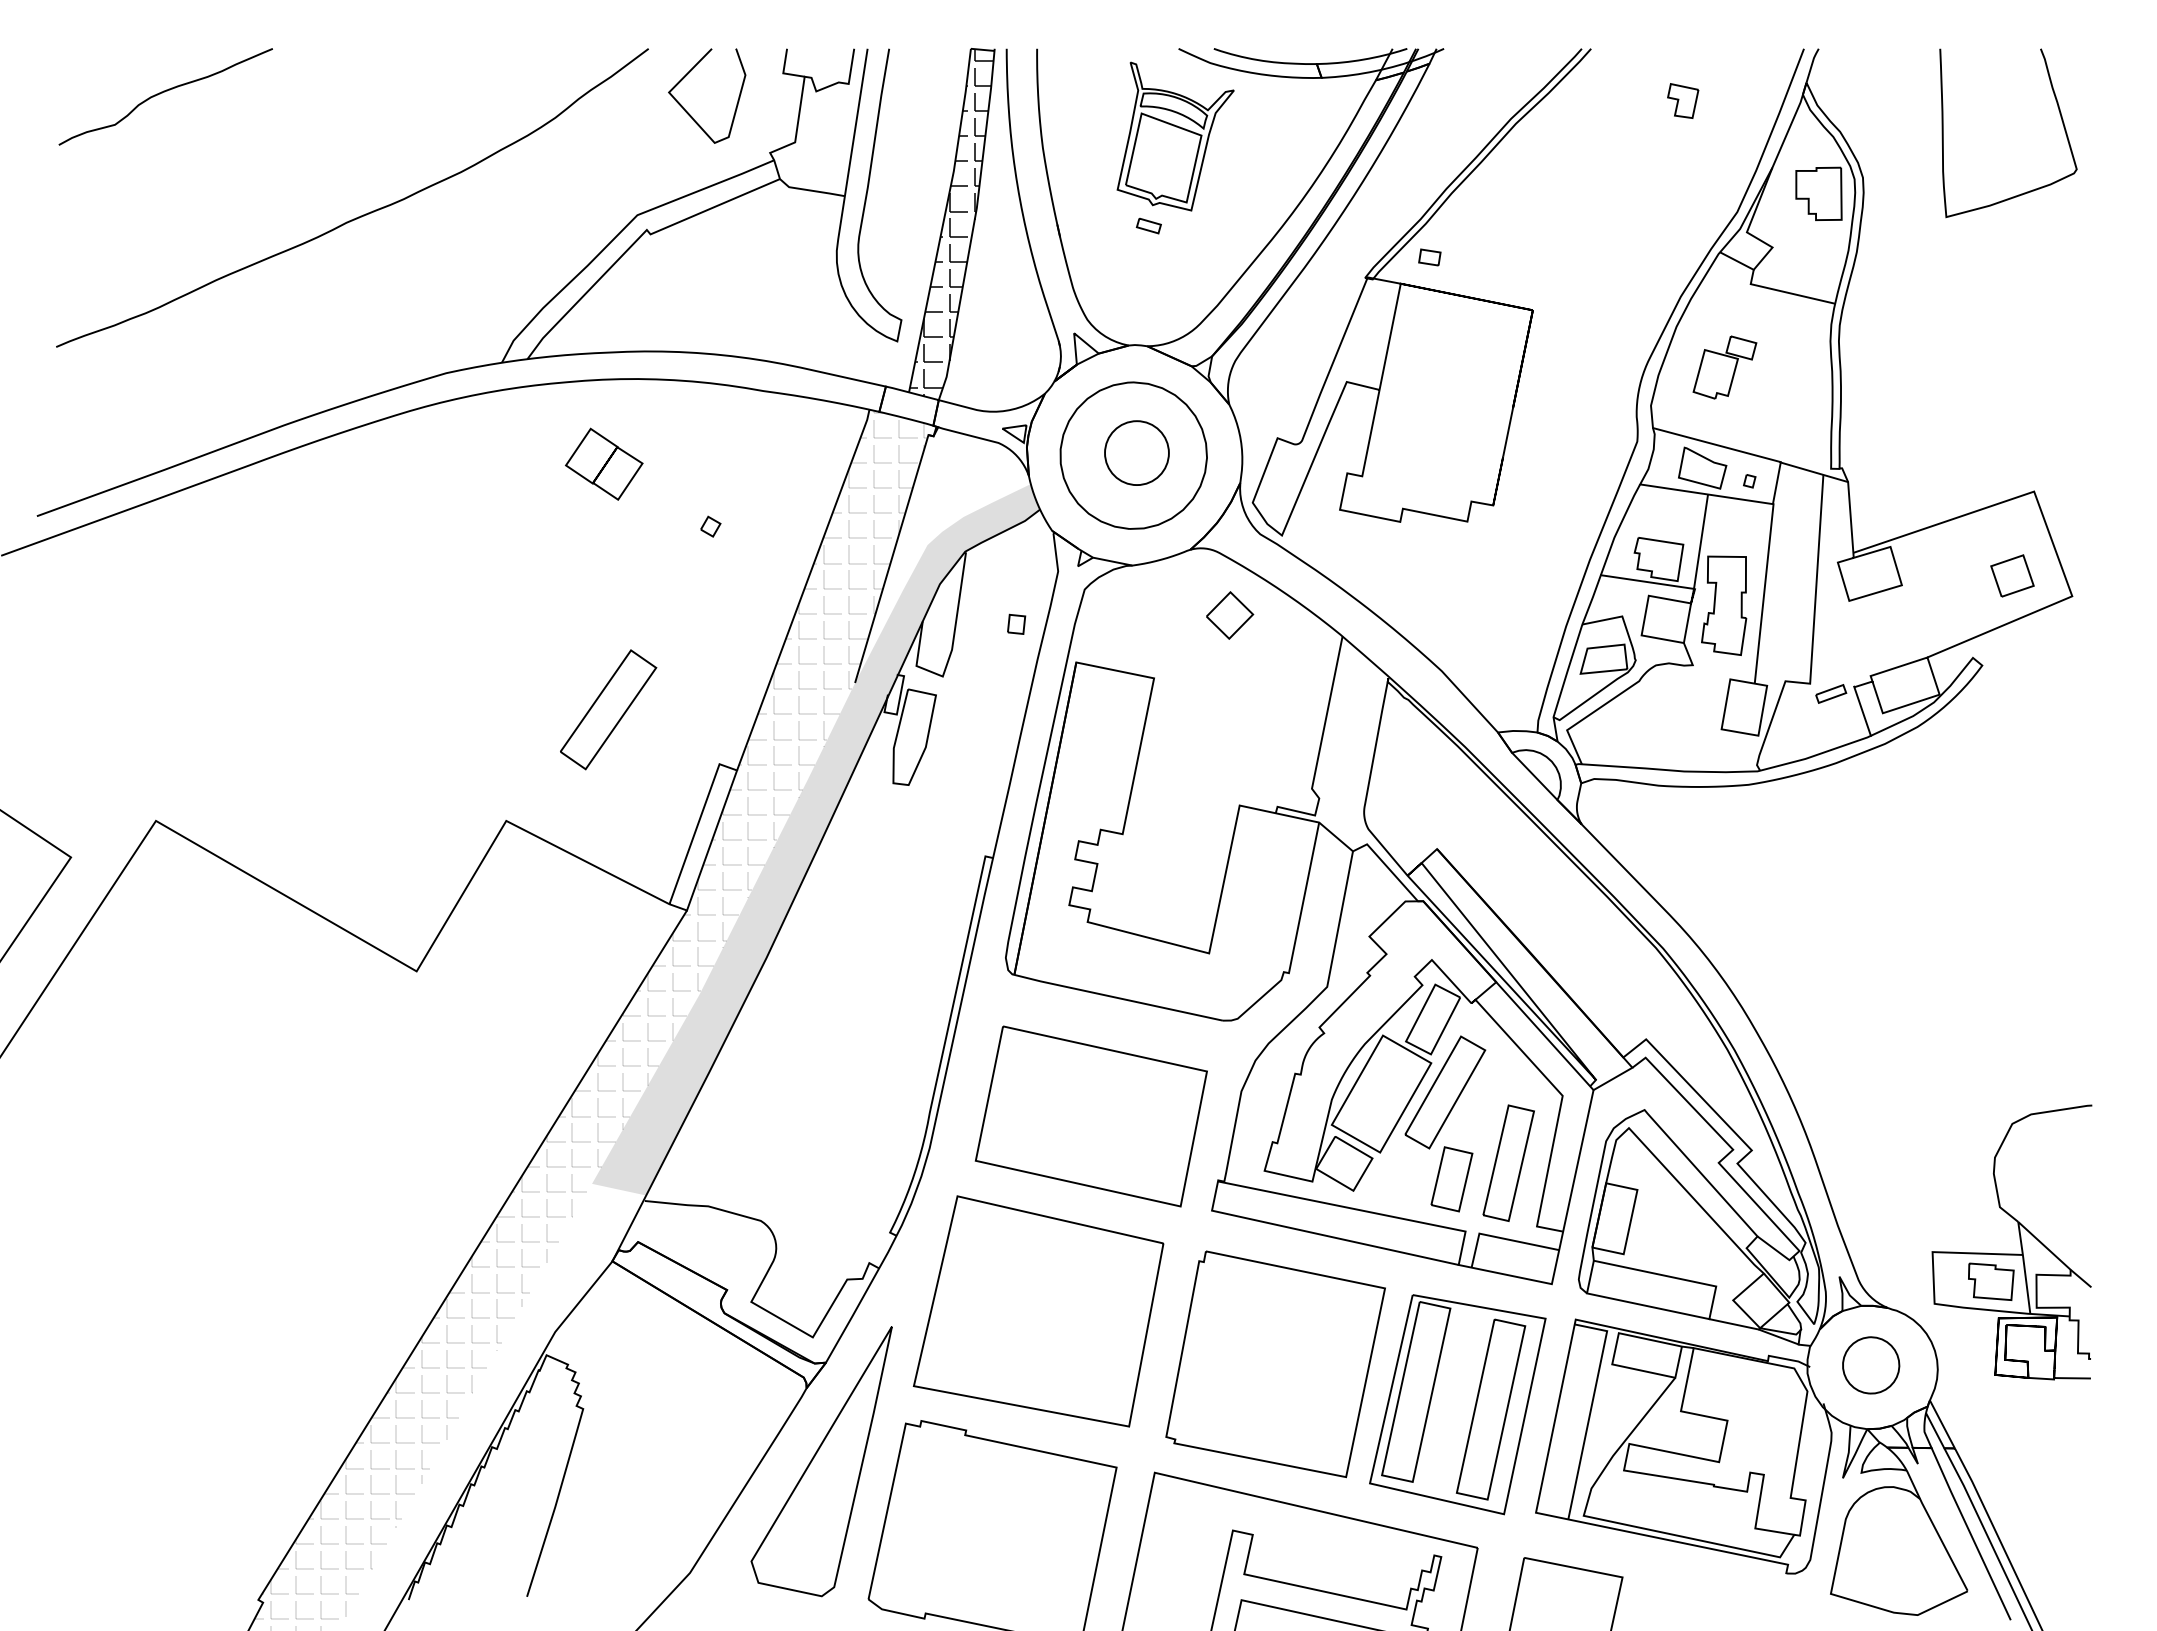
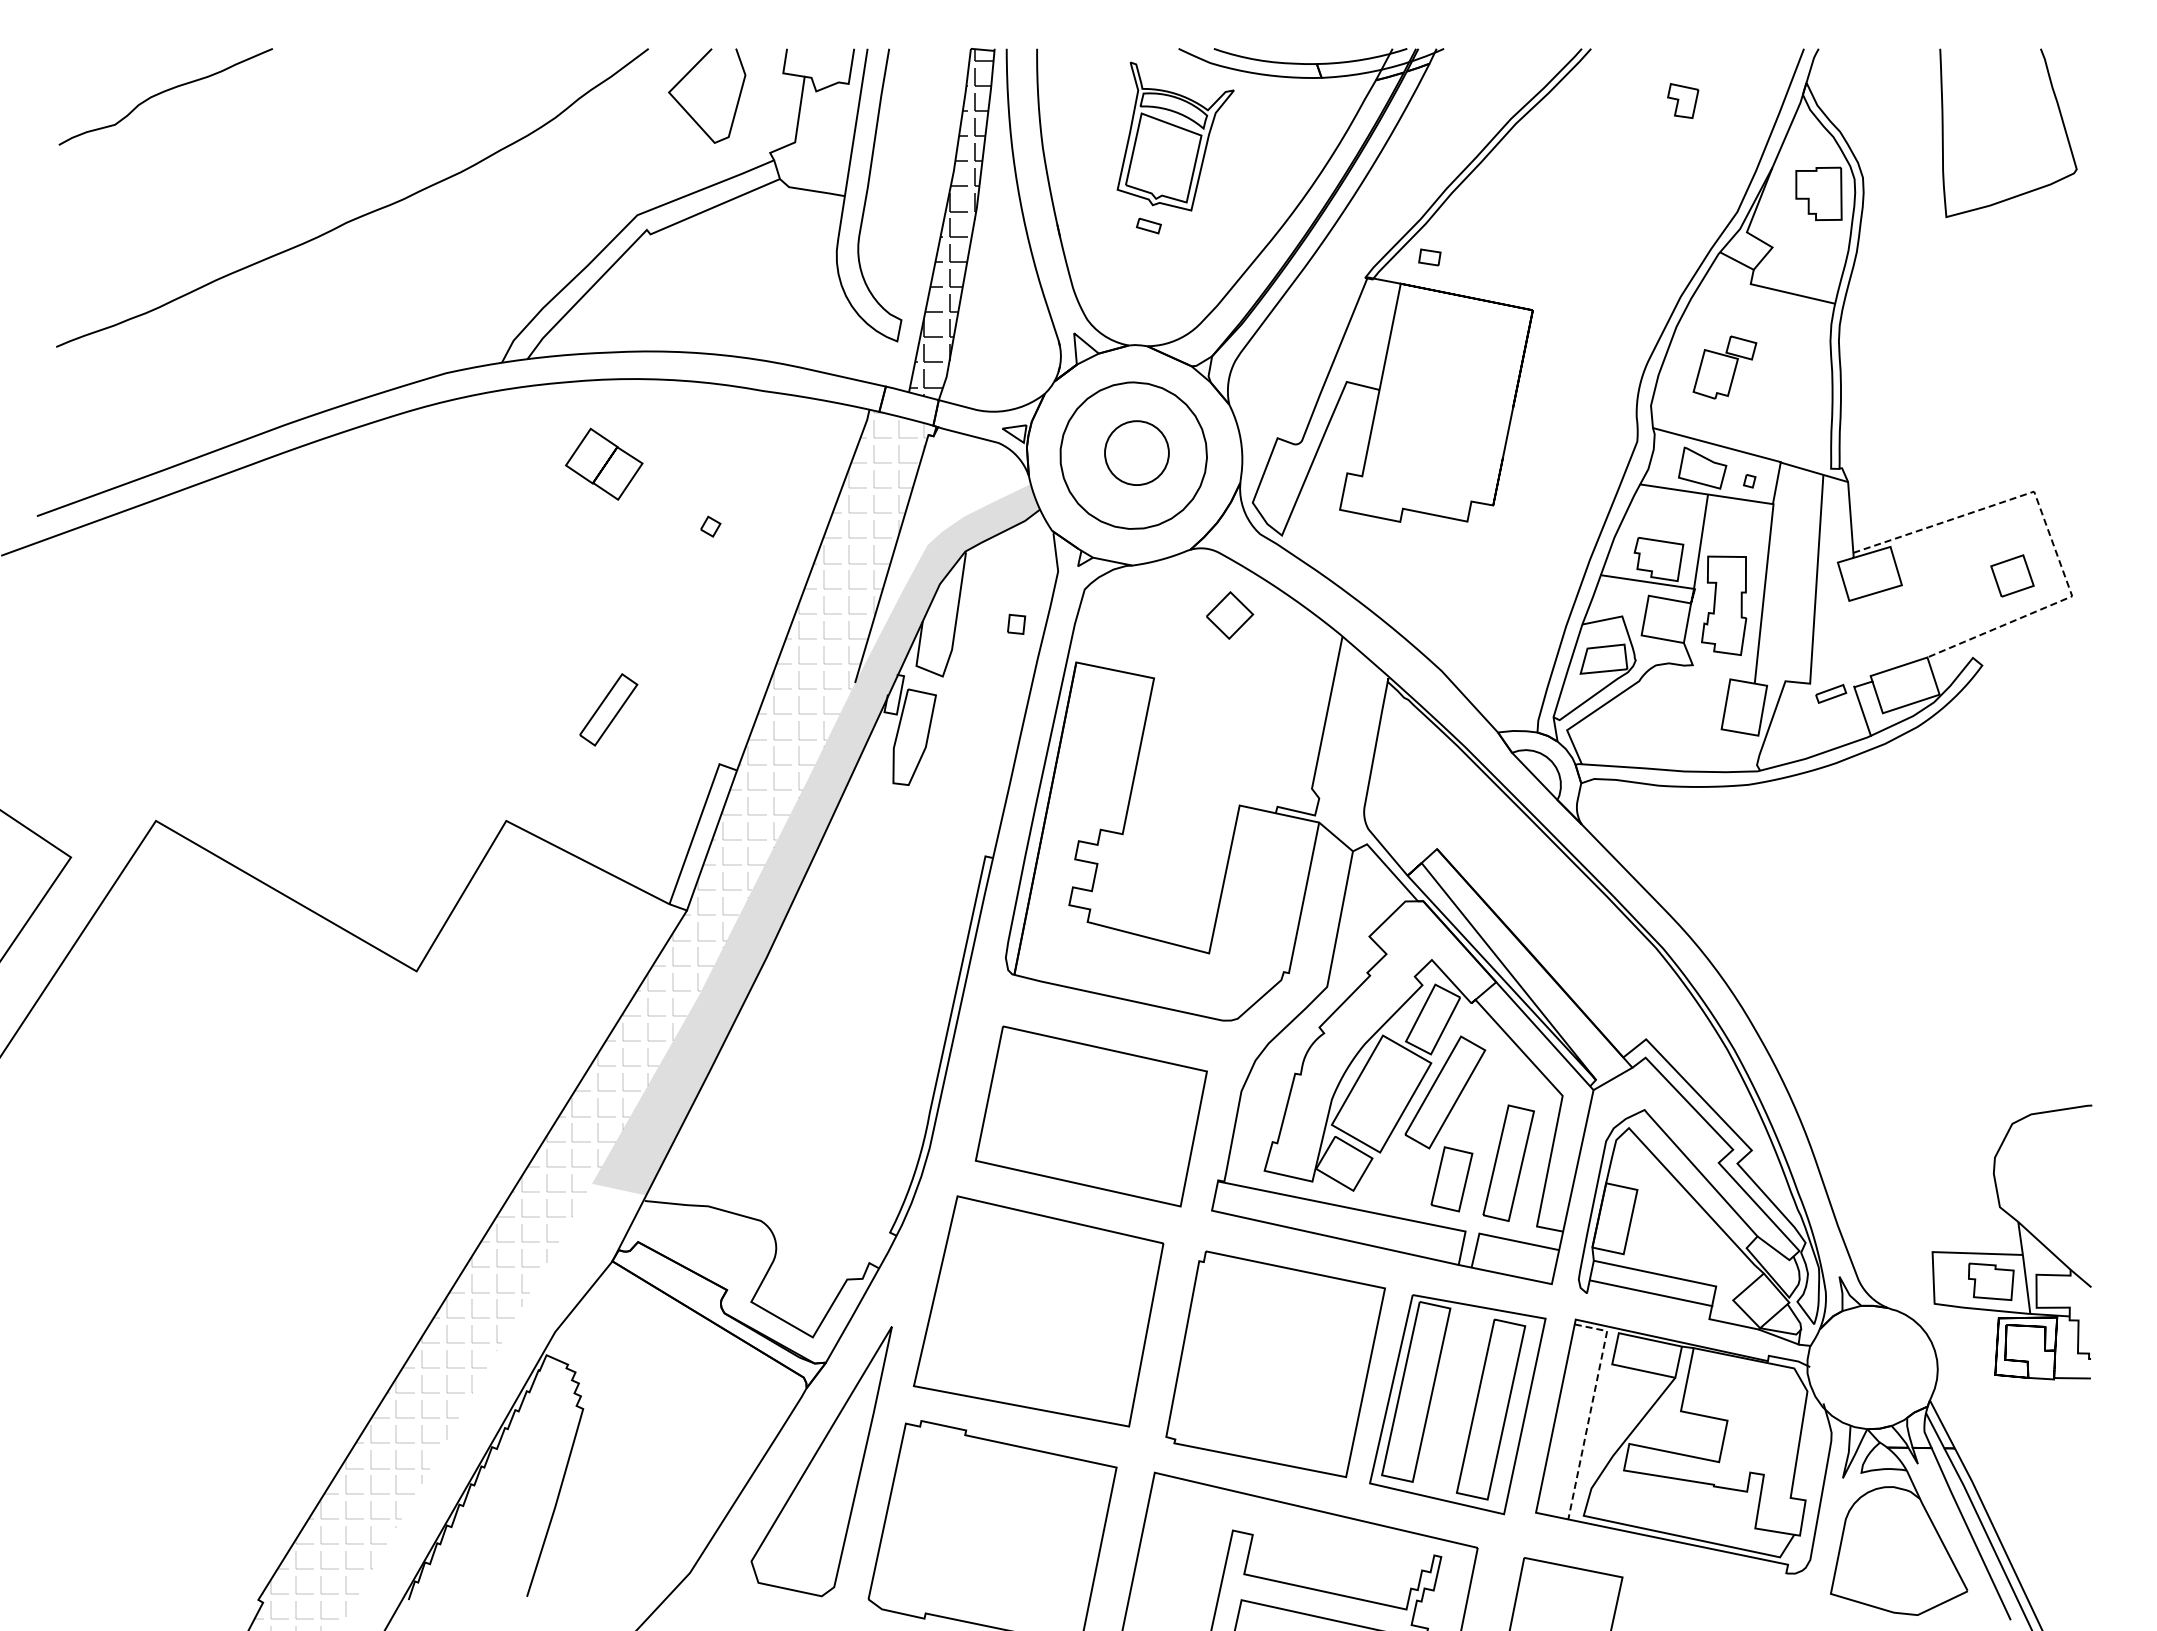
line at (2047, 528): solid -> dashed
part at (608, 709) size: 98x122 px -> 60x74 px
line at (1648, 1306) position: (1648, 1306) -> (1651, 1293)
part at (1871, 1365): present -> none
line at (1591, 1408): solid -> dashed
